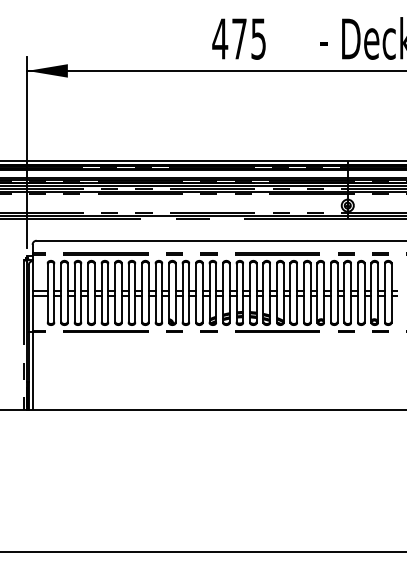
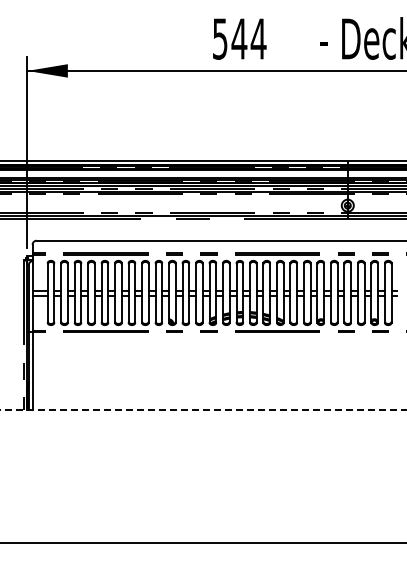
text at (239, 38): 475 -> 544
line at (203, 410): solid -> dashed
line at (202, 551) position: (202, 551) -> (202, 542)
